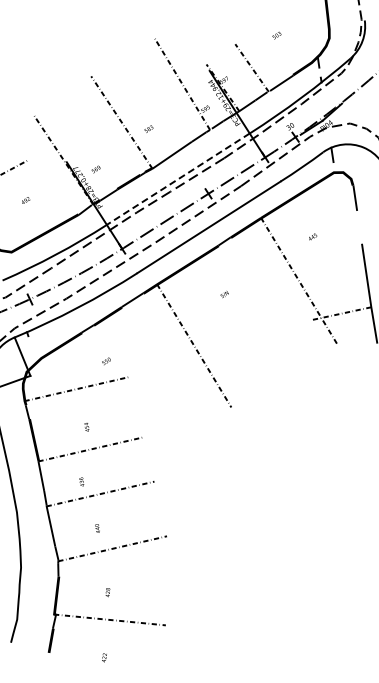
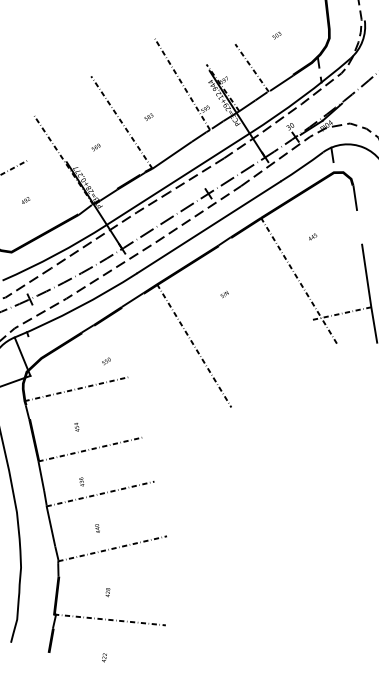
text at (148, 128) position: (148, 128) -> (148, 116)
text at (95, 169) position: (95, 169) -> (95, 147)
line at (178, 179): dashed -> solid
text at (86, 427) position: (86, 427) -> (76, 427)
